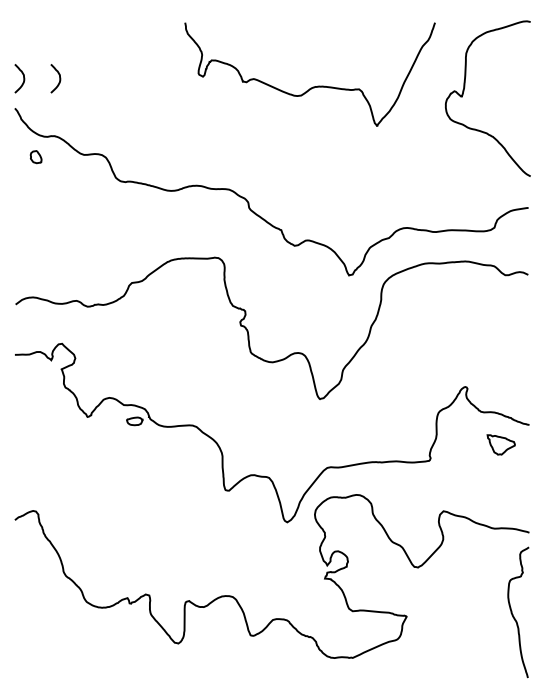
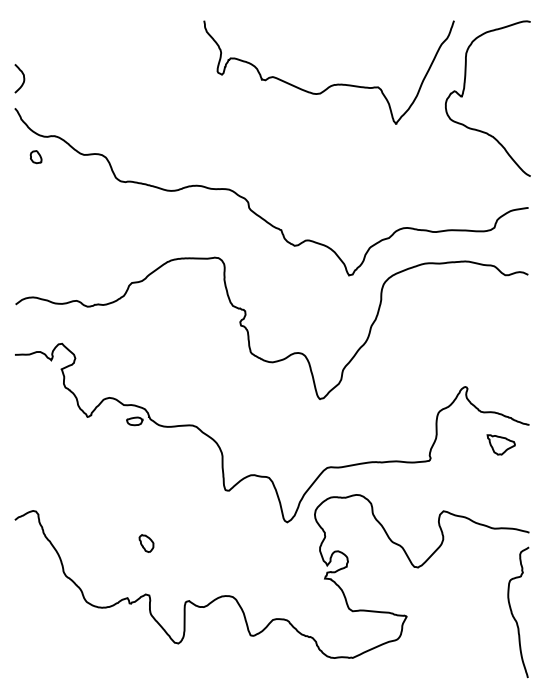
curve at (59, 78): present -> none
curve at (313, 86) position: (313, 86) -> (332, 84)
part at (146, 543): none -> present
